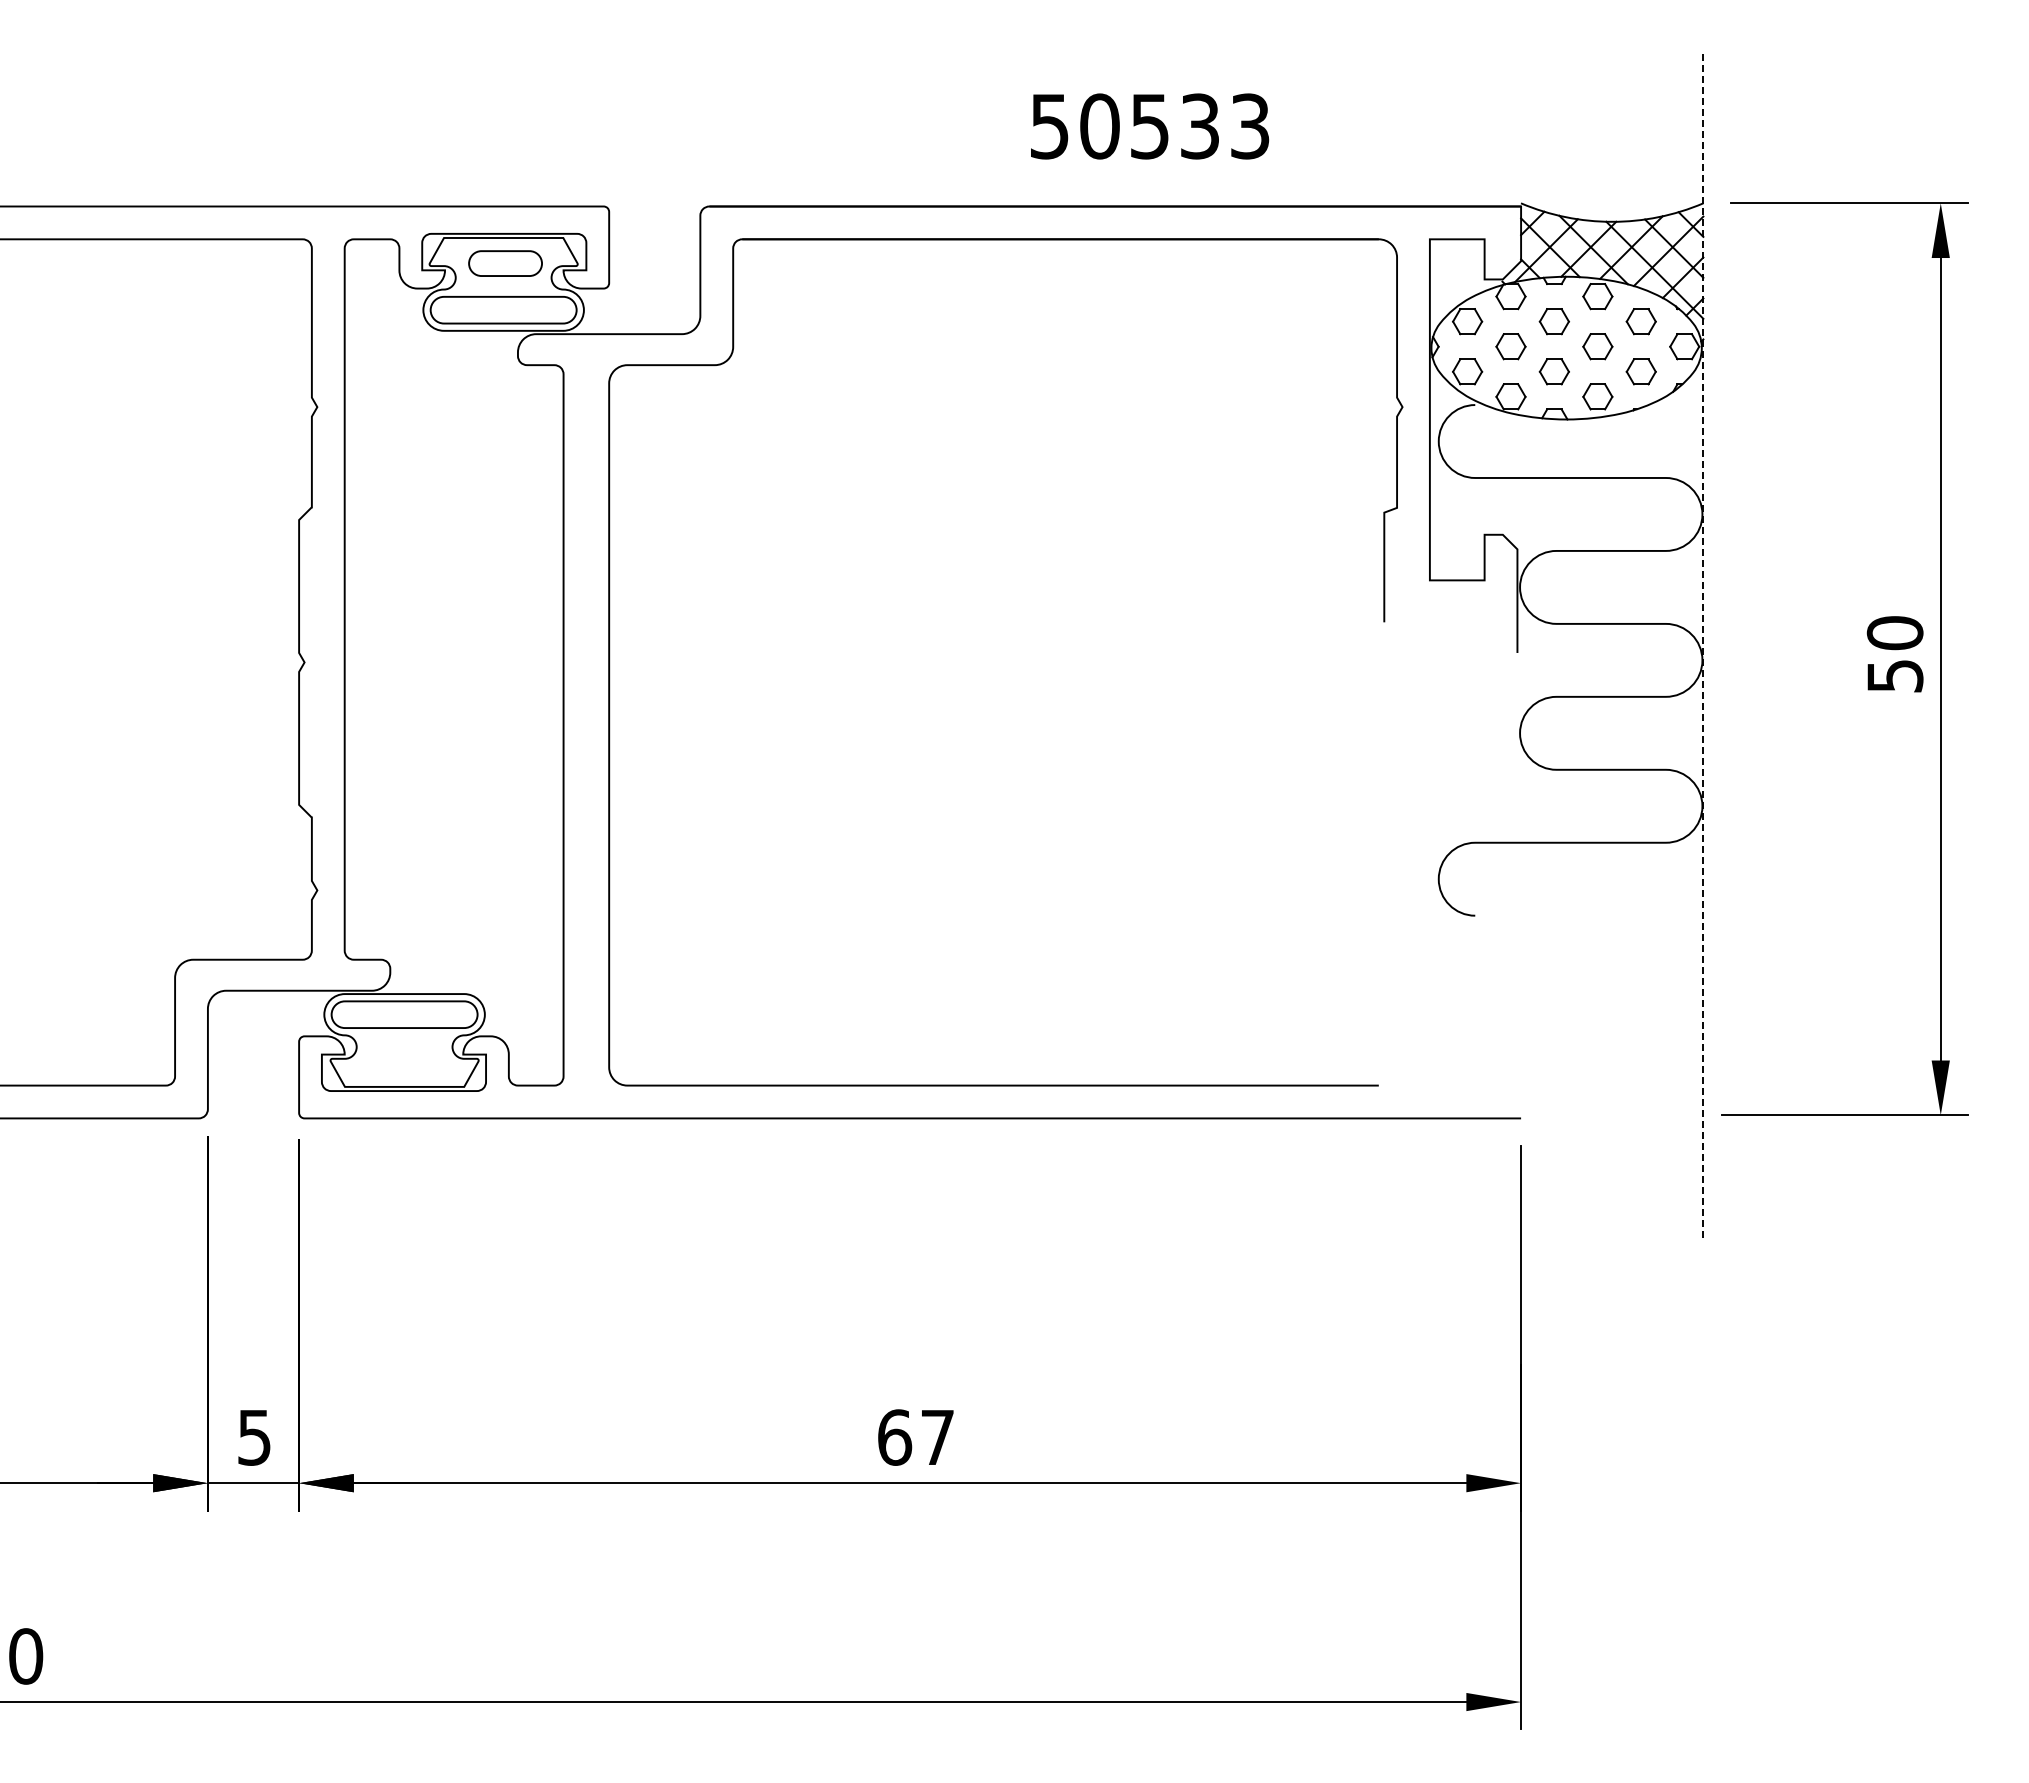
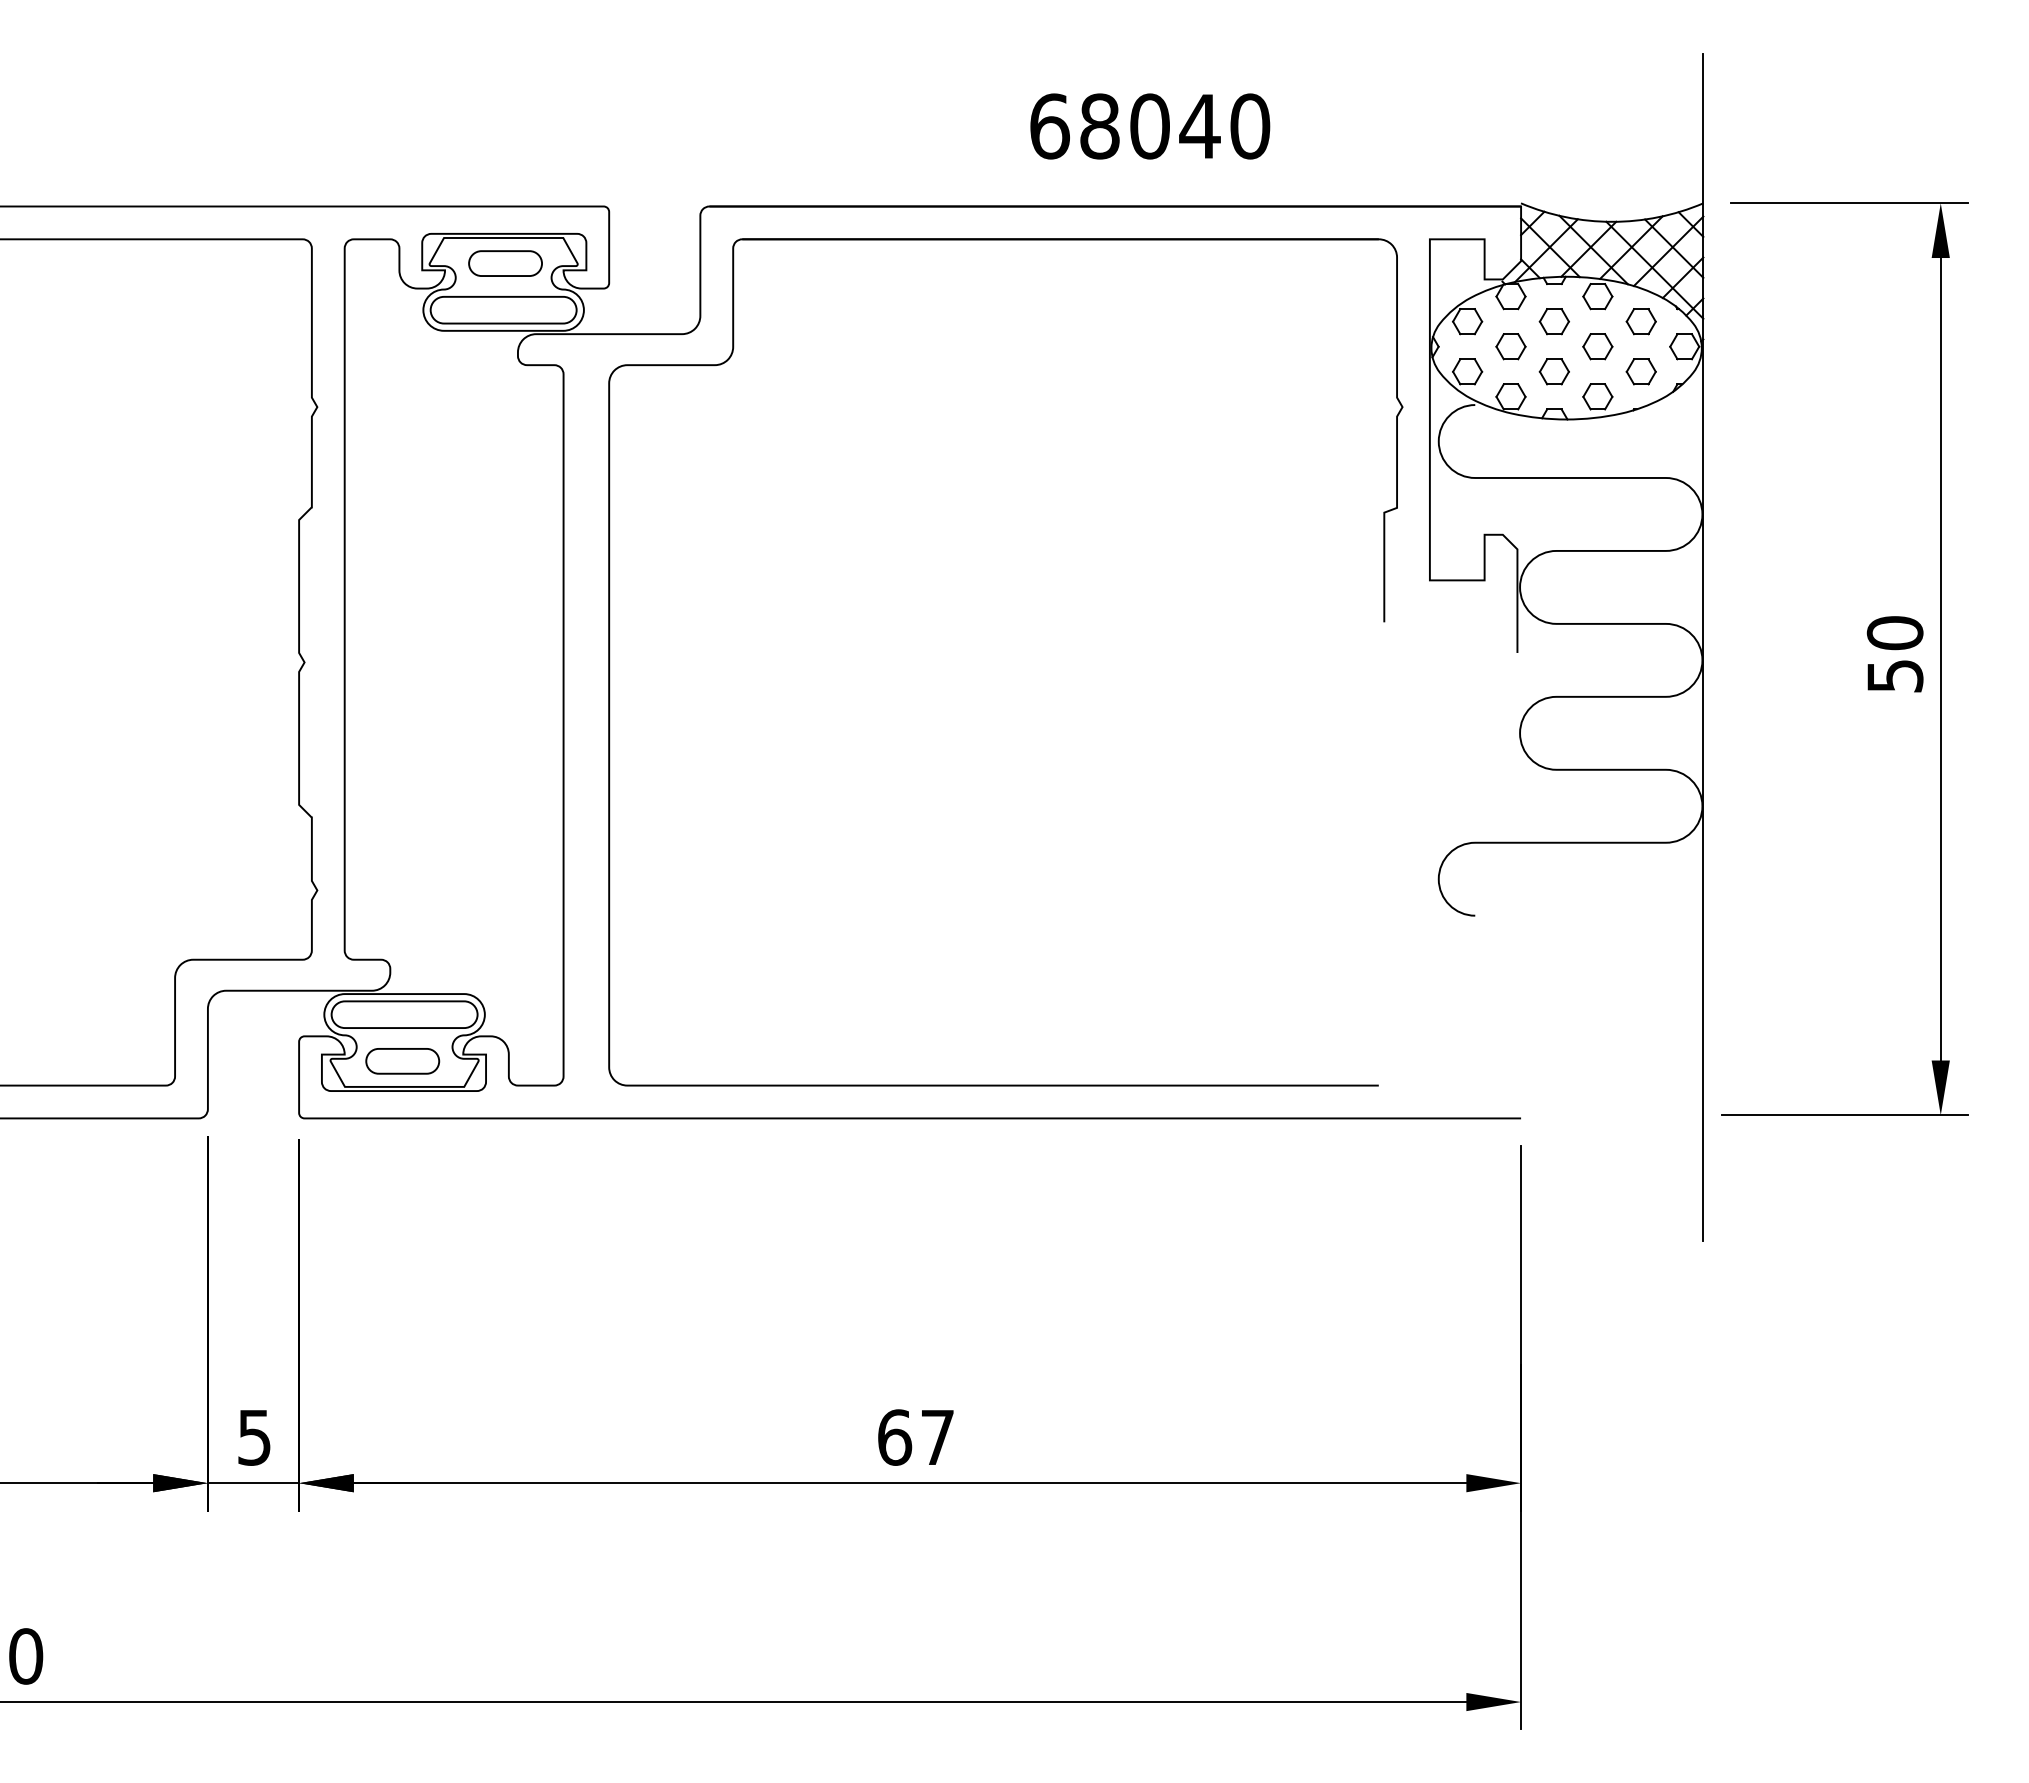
text at (1150, 126): 50533 -> 68040
line at (1703, 647): dashed -> solid
part at (402, 1061): none -> present
